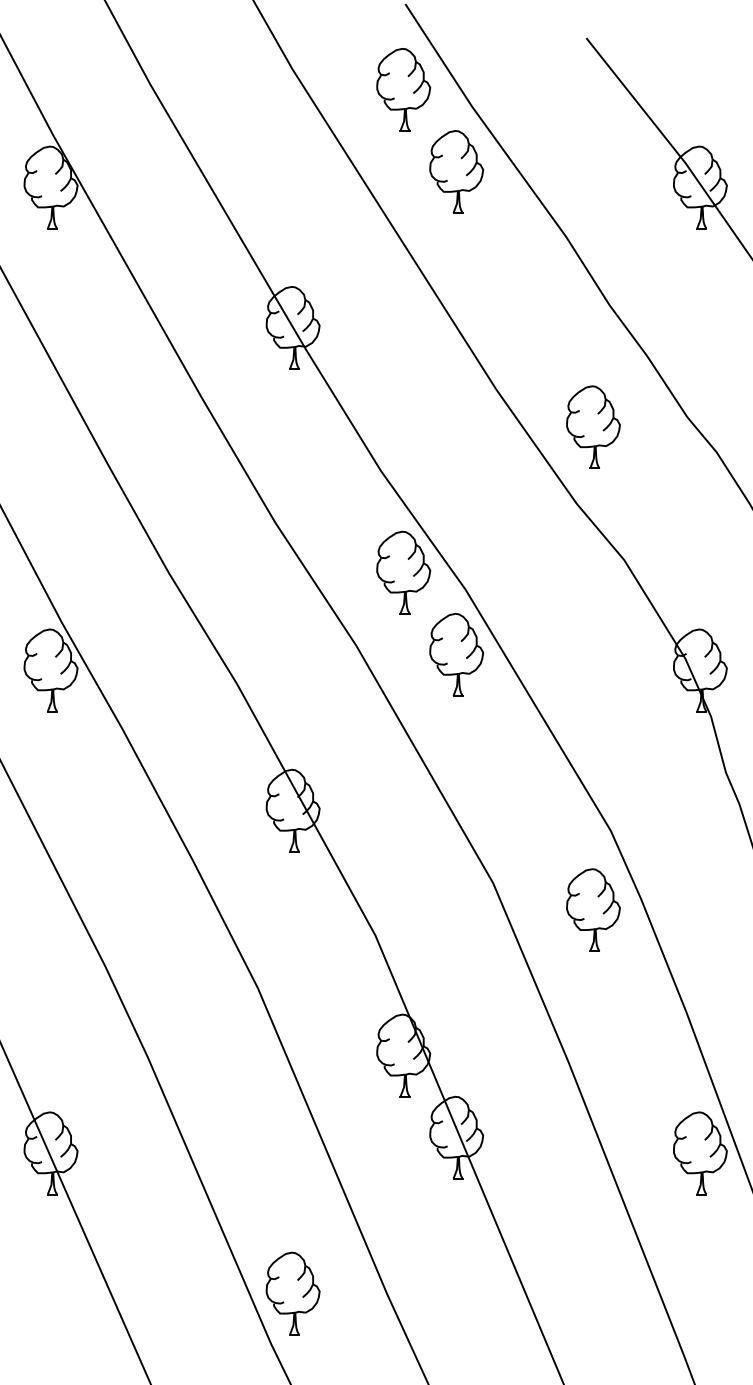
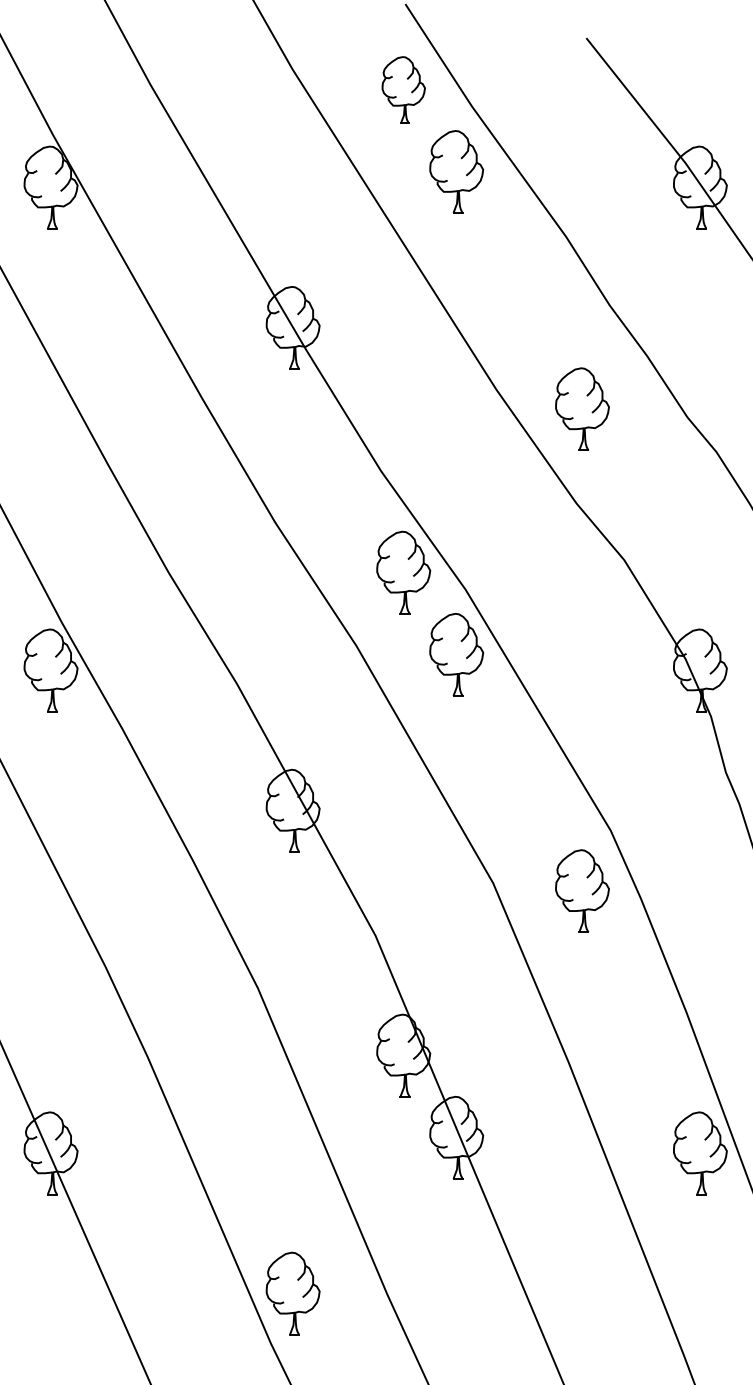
part at (403, 89) size: 56x84 px -> 45x68 px
part at (593, 426) position: (593, 426) -> (582, 408)
part at (593, 909) position: (593, 909) -> (582, 890)
